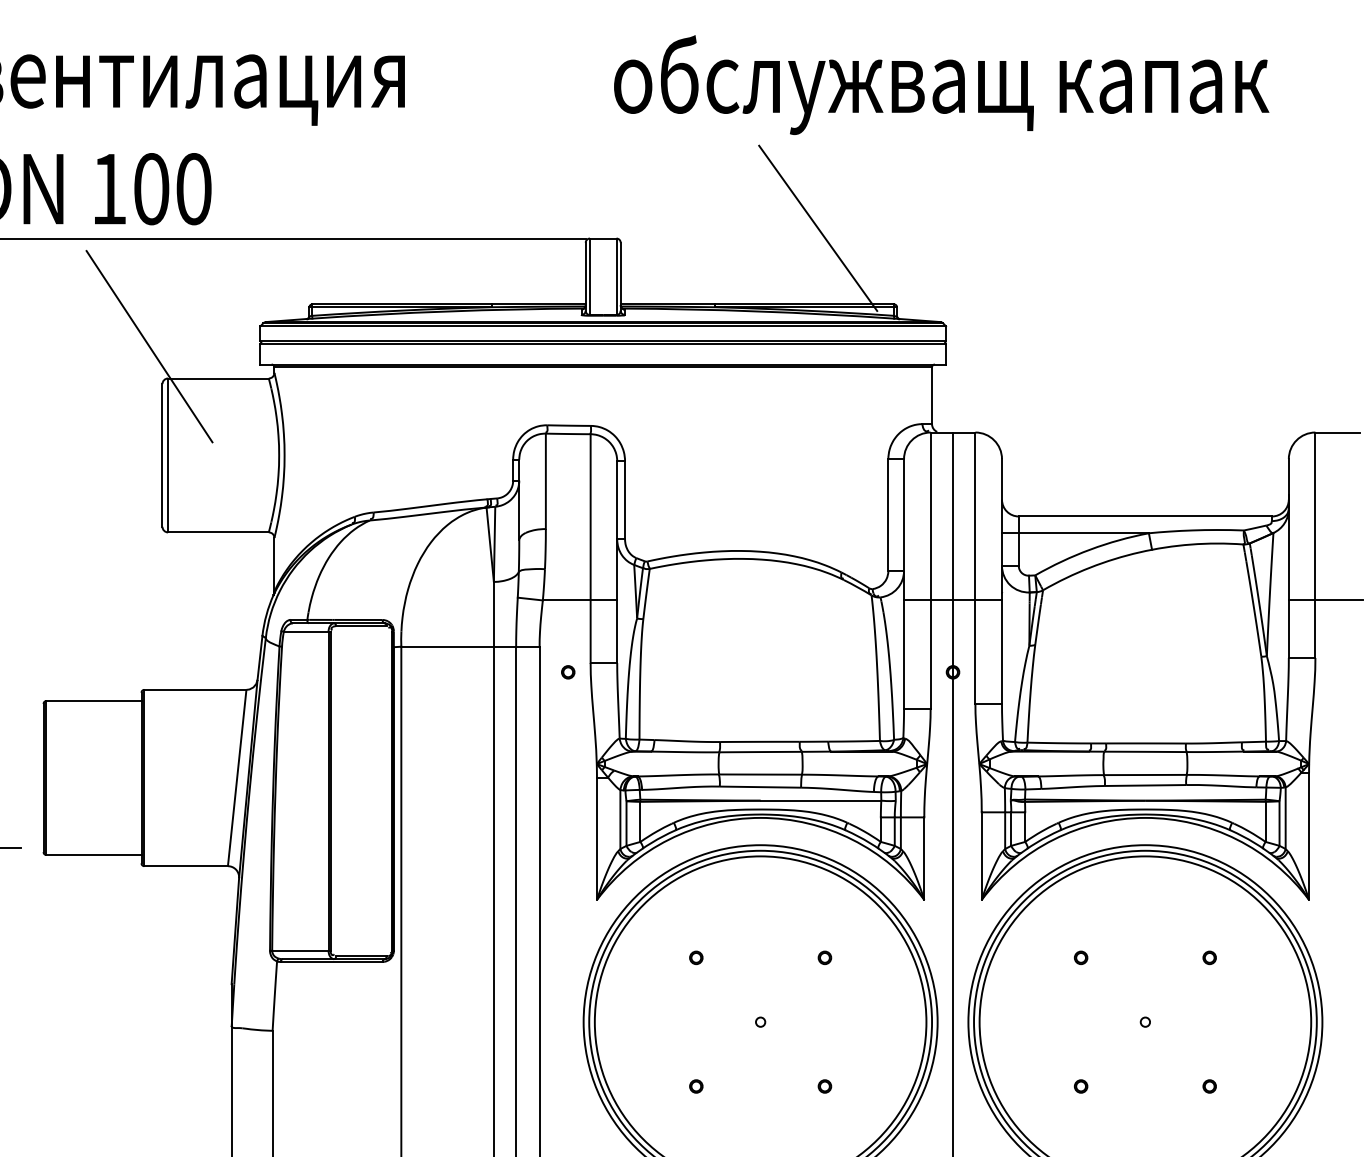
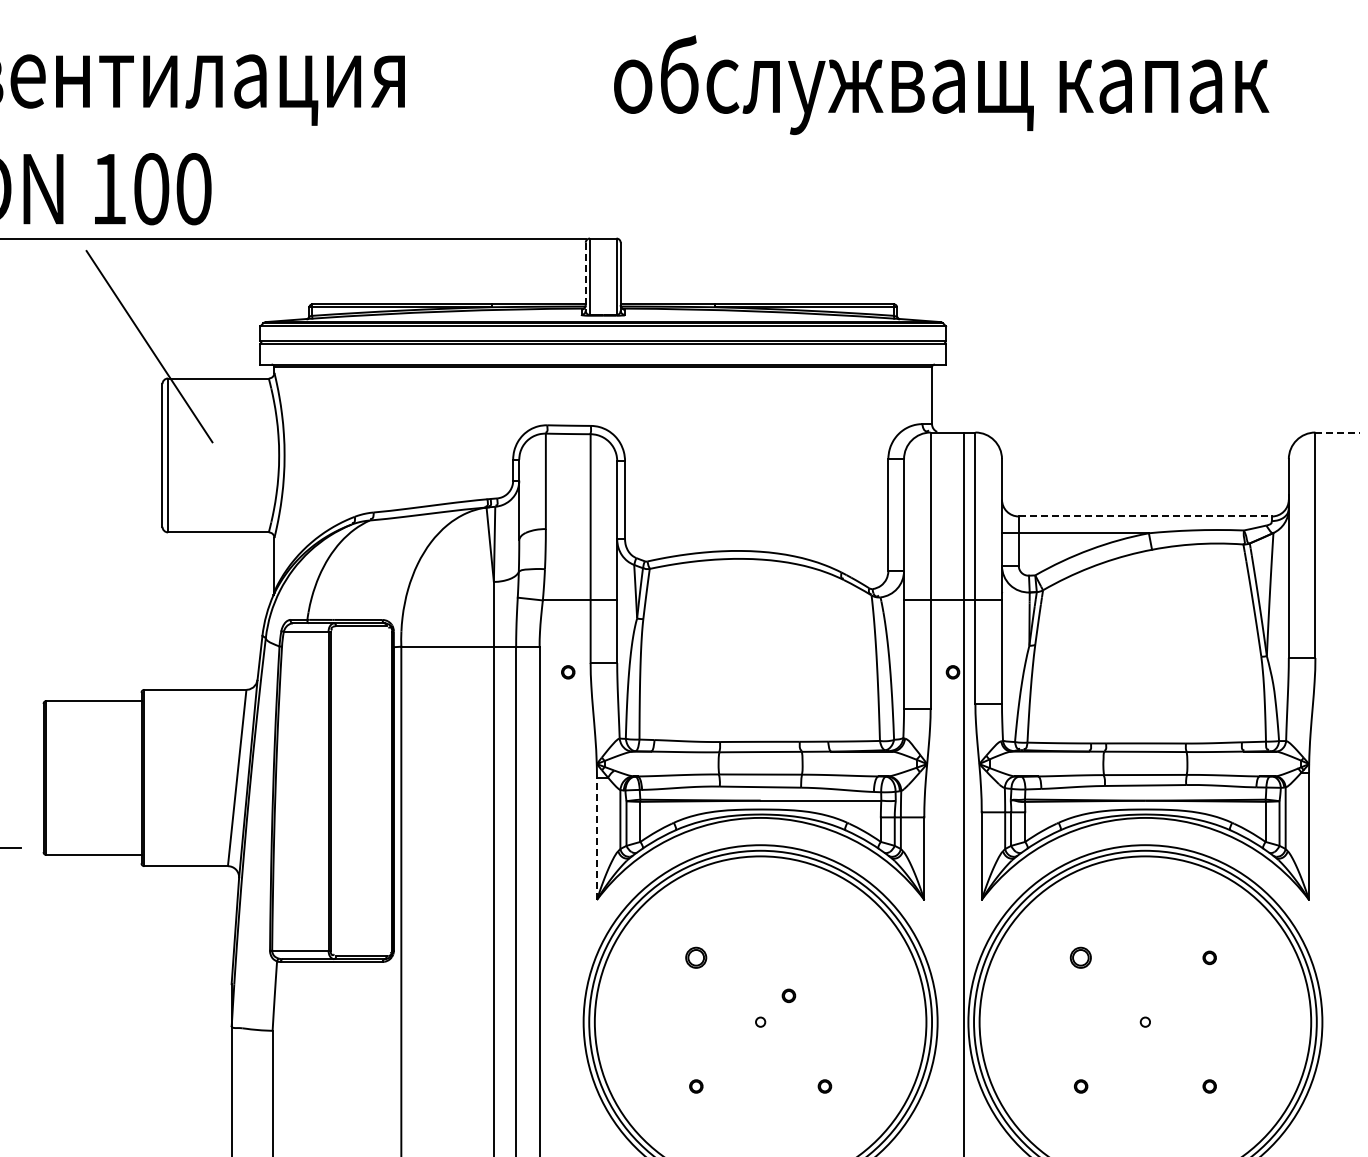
line at (818, 228): present -> none
line at (585, 276): solid -> dashed
line at (1338, 432): solid -> dashed
line at (1145, 516): solid -> dashed
line at (1325, 600): present -> none
line at (953, 792) position: (953, 792) -> (964, 792)
line at (596, 838): solid -> dashed
part at (696, 957) size: 15x16 px -> 23x23 px
part at (824, 957) position: (824, 957) -> (788, 995)
part at (1081, 957) size: 15x16 px -> 23x23 px
